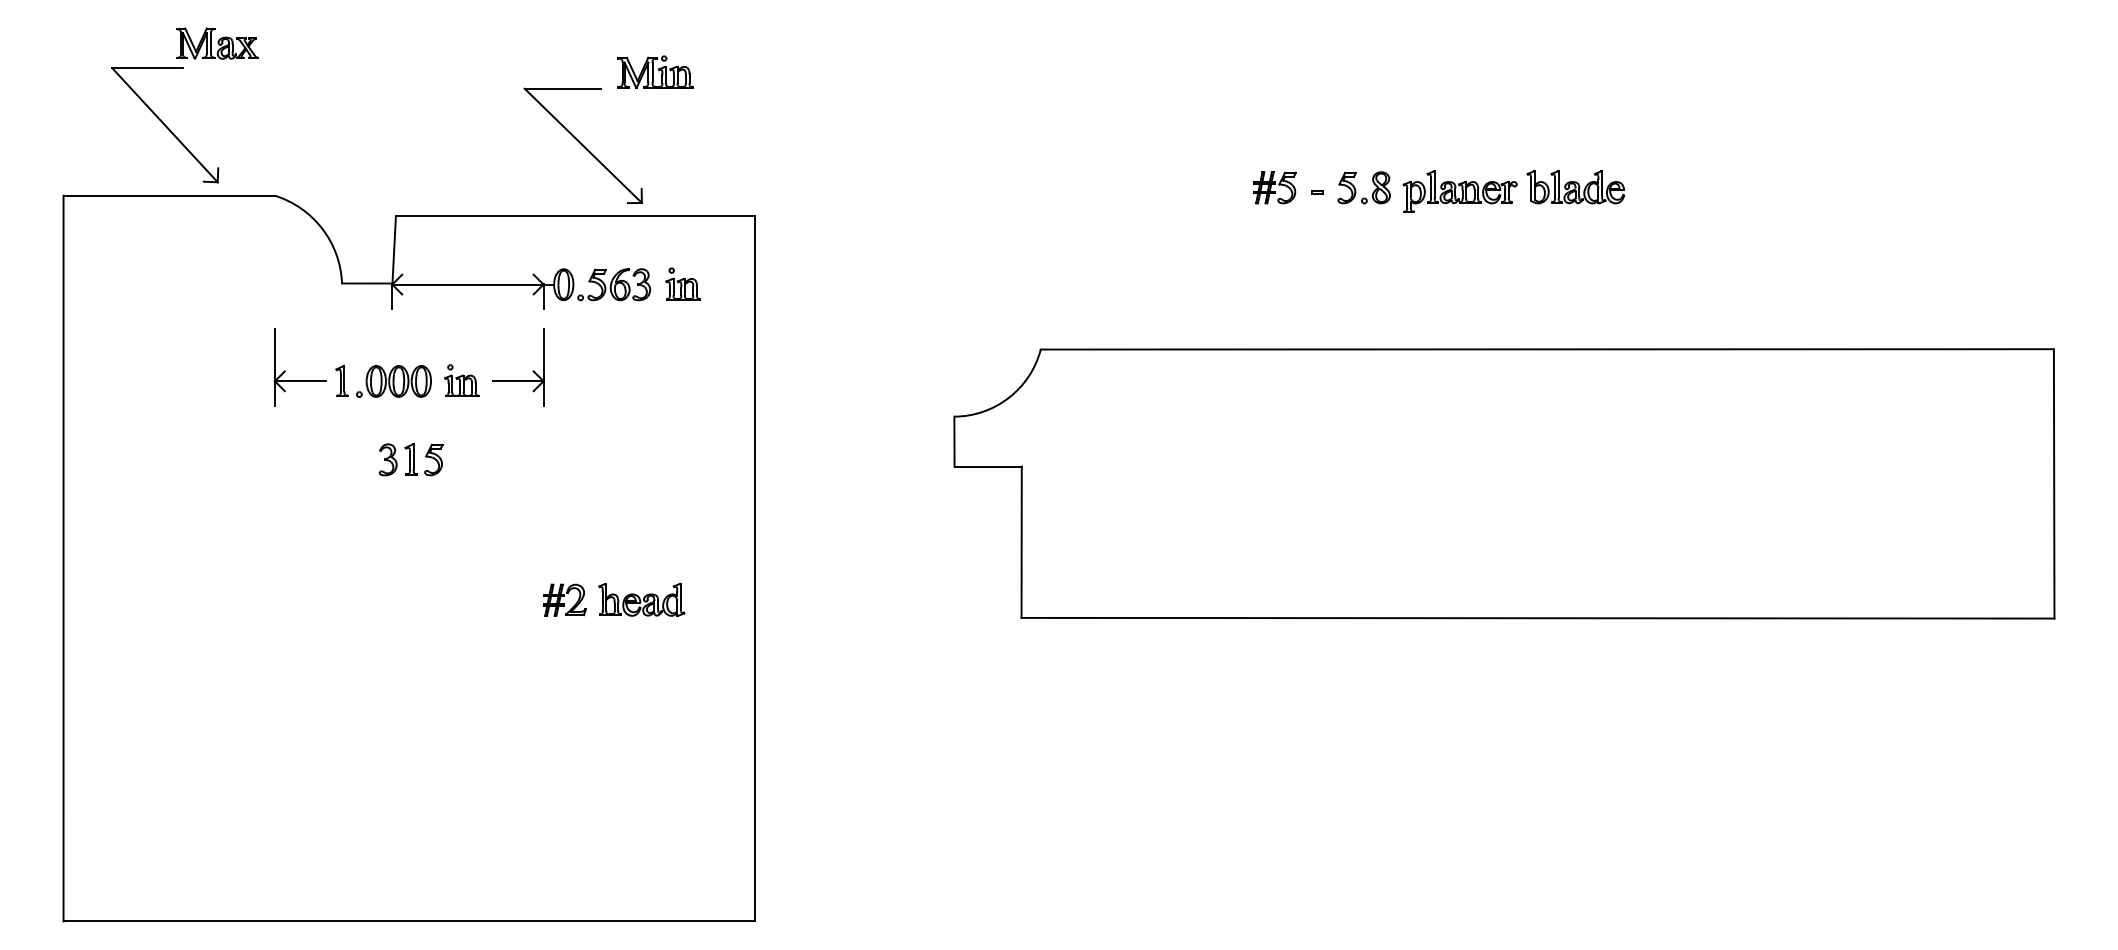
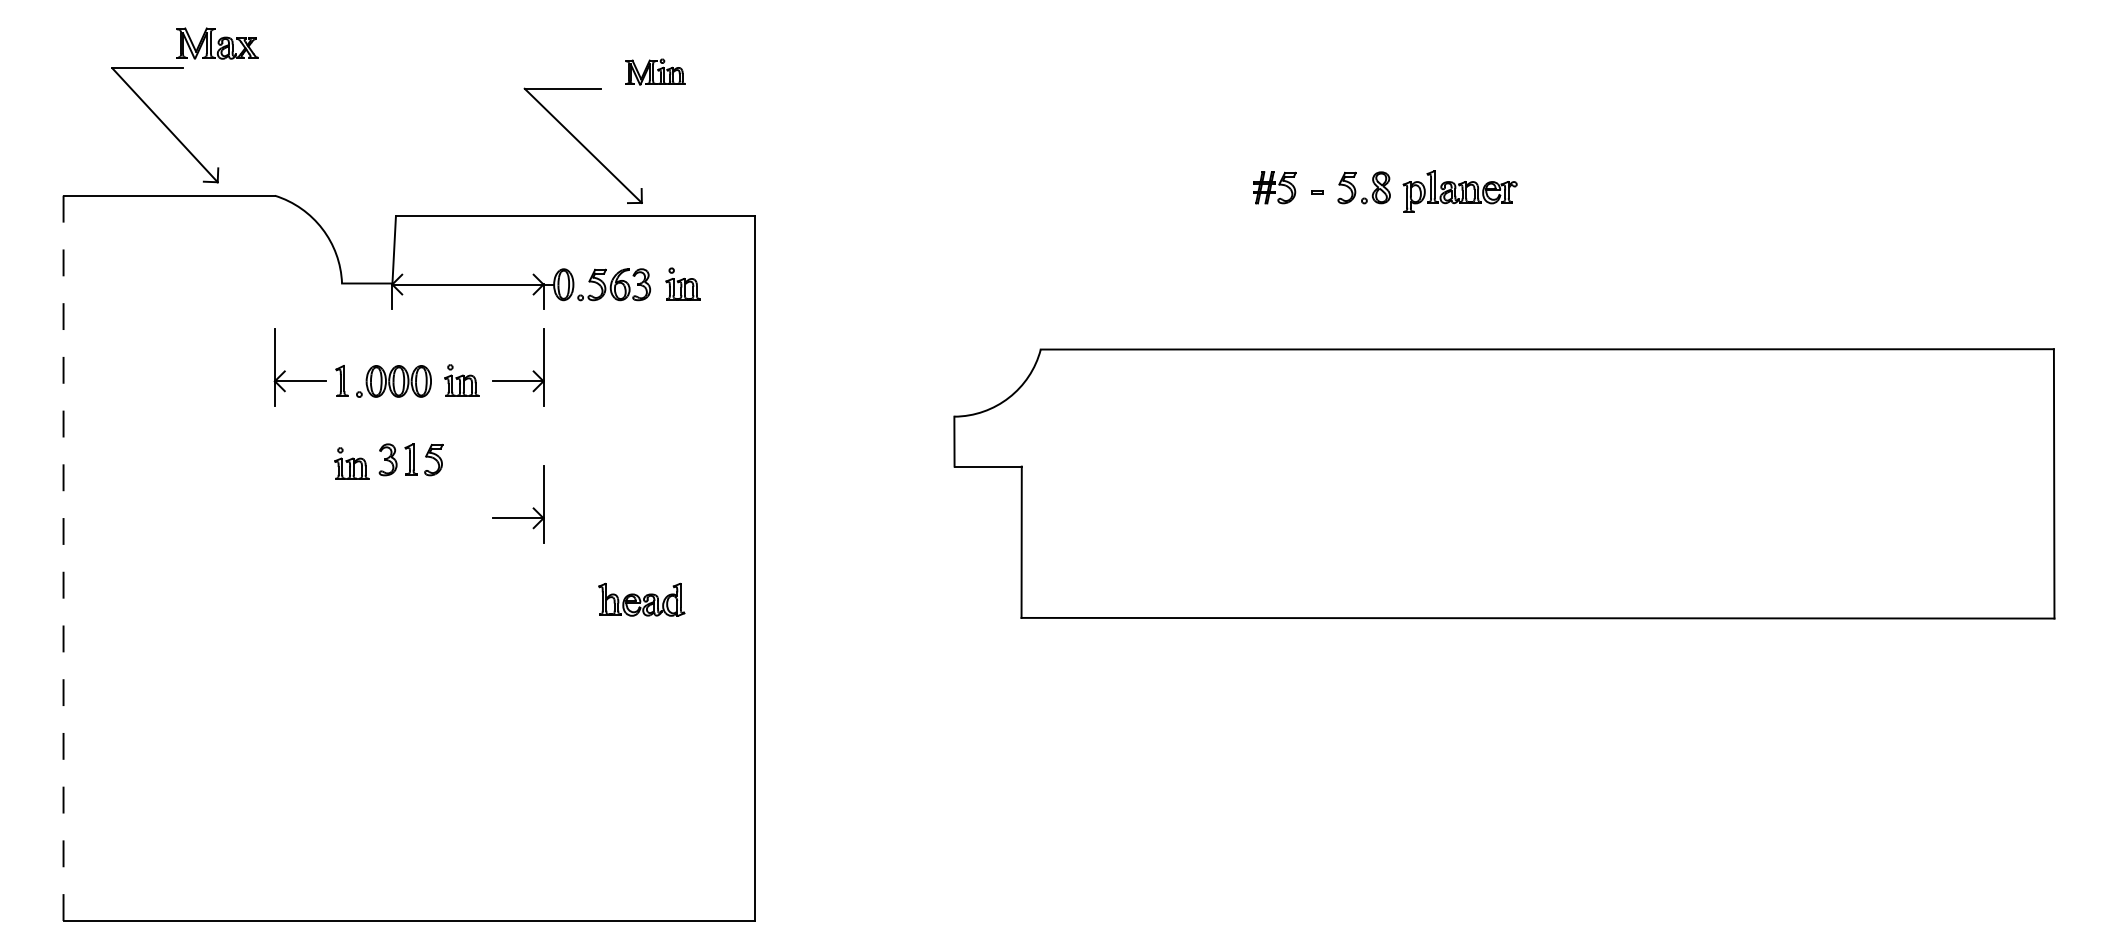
part at (655, 71) size: 77x34 px -> 61x28 px
part at (1575, 187): present -> none
part at (351, 463): none -> present
part at (518, 517): none -> present
line at (63, 558): solid -> dashed
part at (564, 599): present -> none
